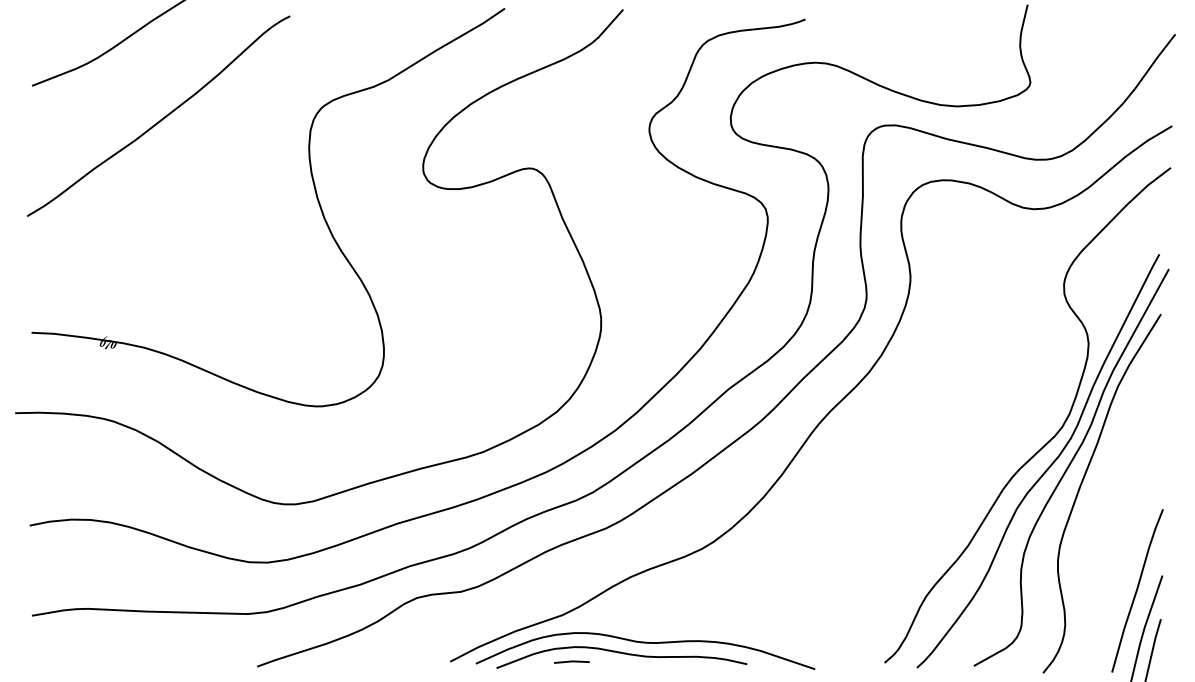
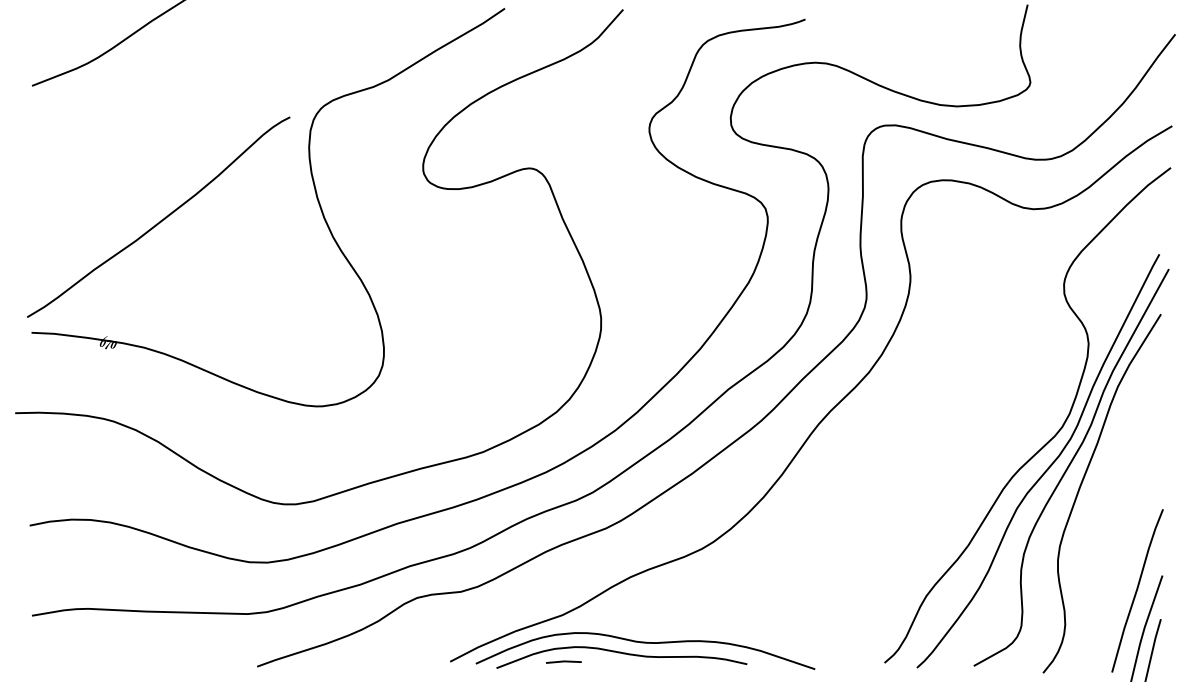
curve at (161, 118) position: (161, 118) -> (161, 219)
line at (571, 661) position: (571, 661) -> (563, 661)
